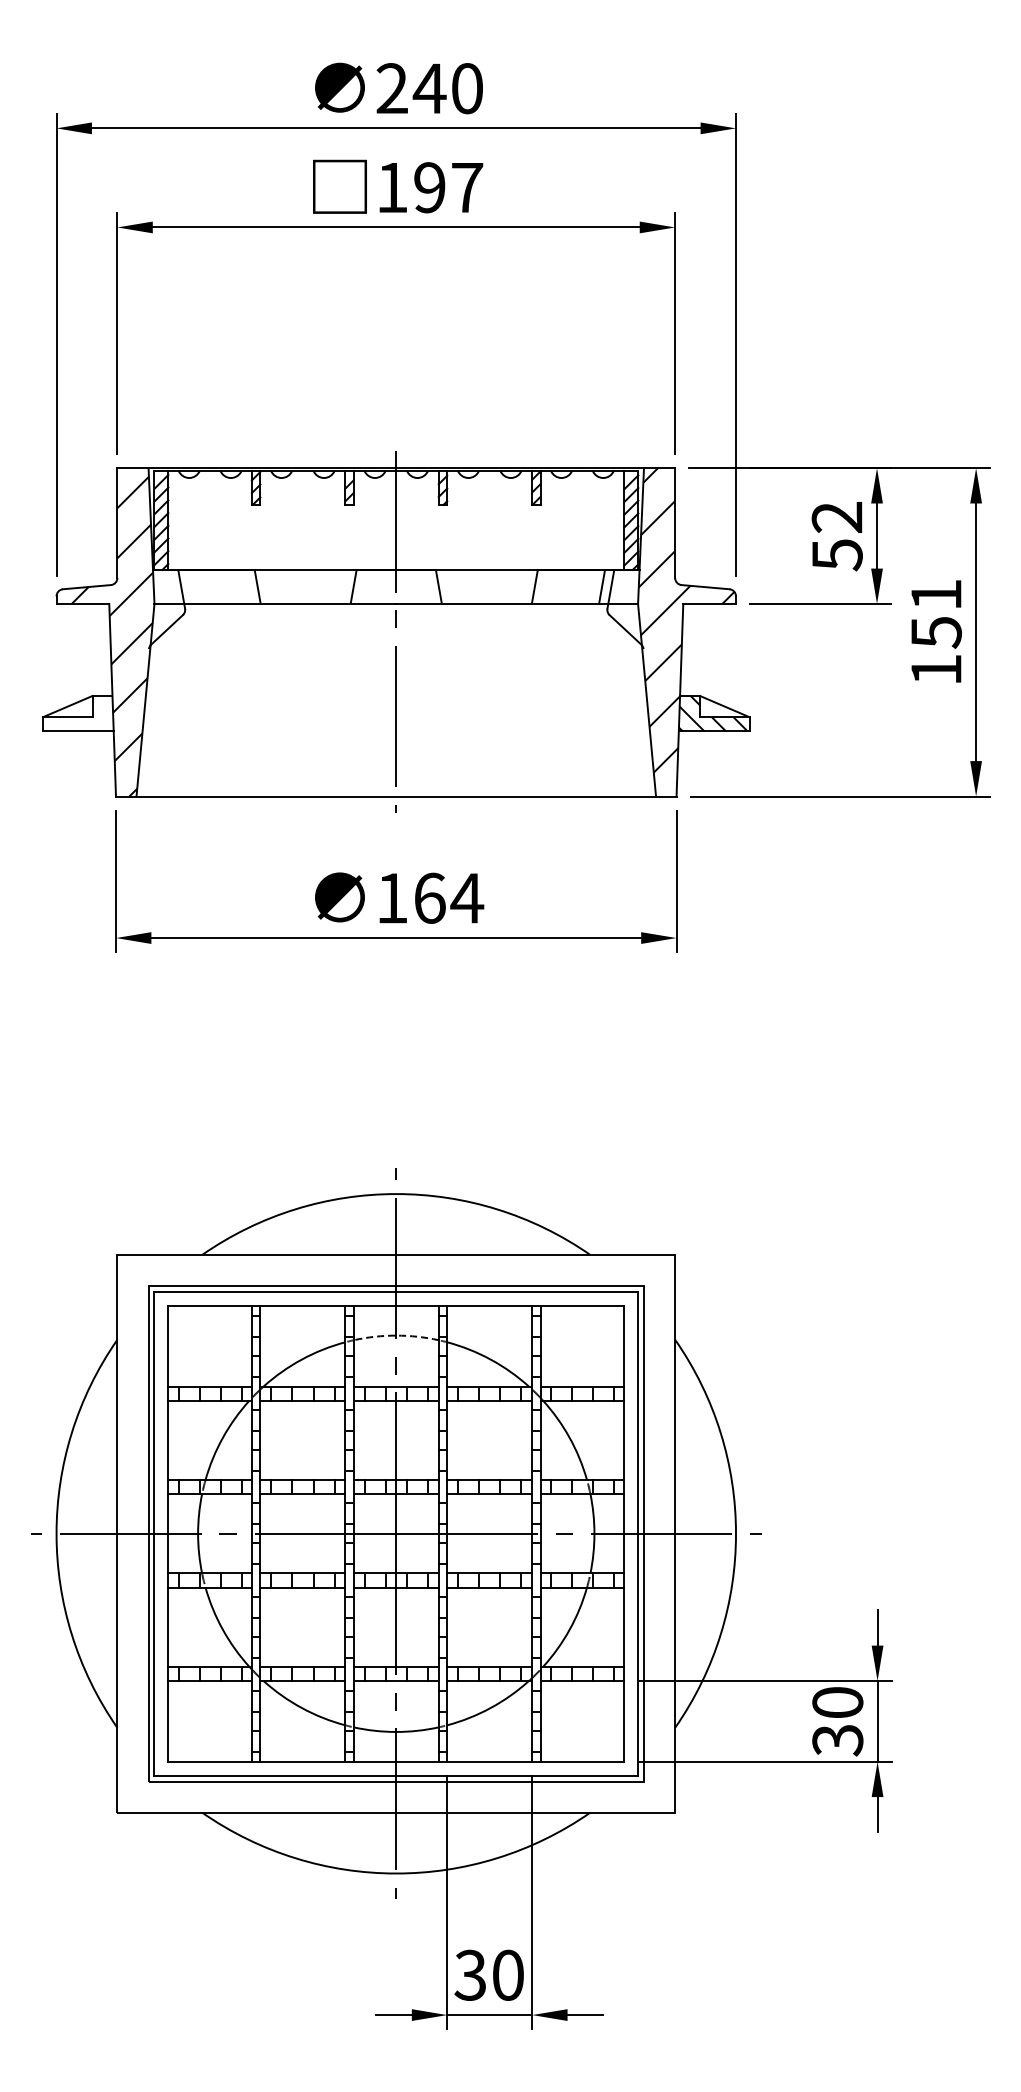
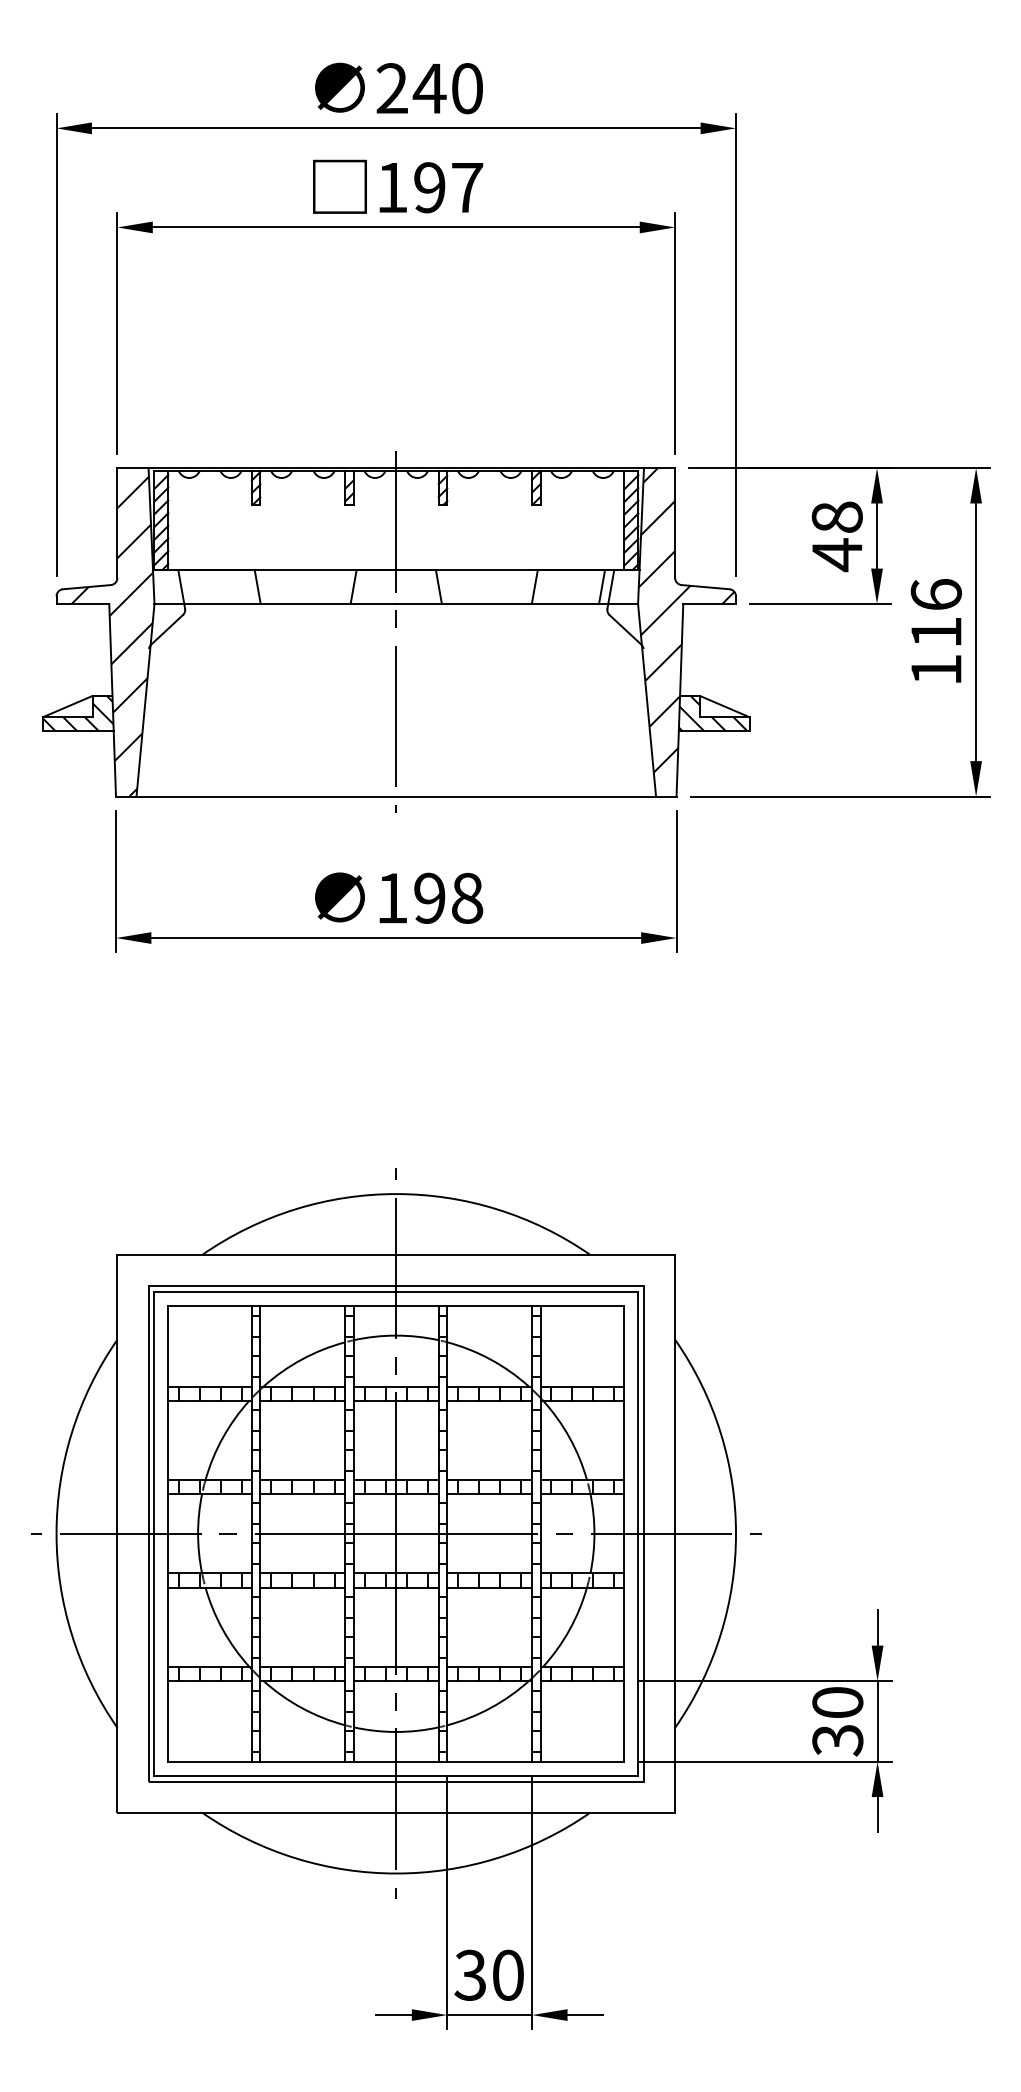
text at (836, 536): 52 -> 48
text at (935, 613): 151 -> 116
hatch at (77, 713): none -> present
text at (449, 897): 164 -> 198
arc at (396, 1335): dashed -> solid
